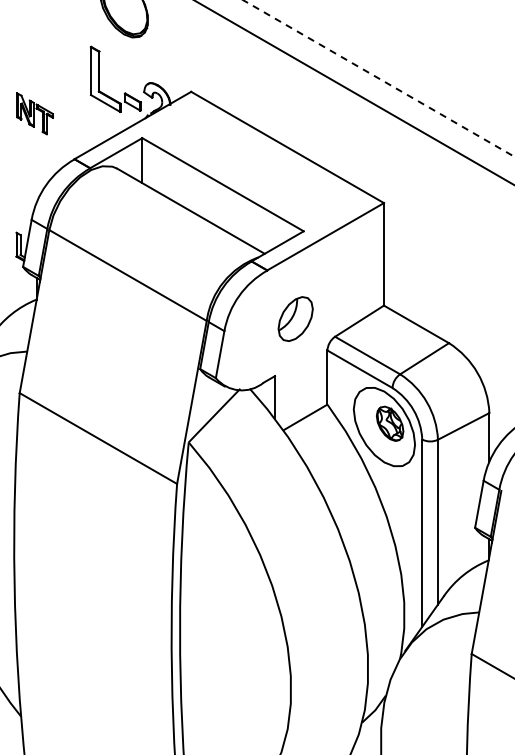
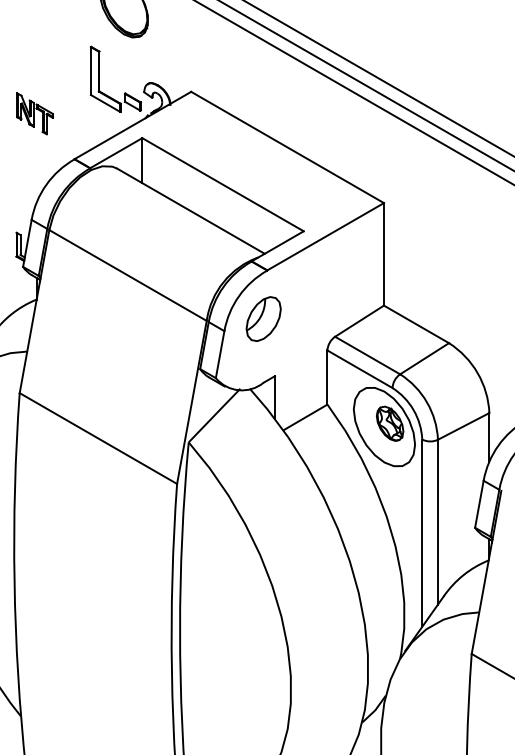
line at (379, 78): dashed -> solid
line at (366, 85): none -> present
part at (295, 318) position: (295, 318) -> (263, 318)
